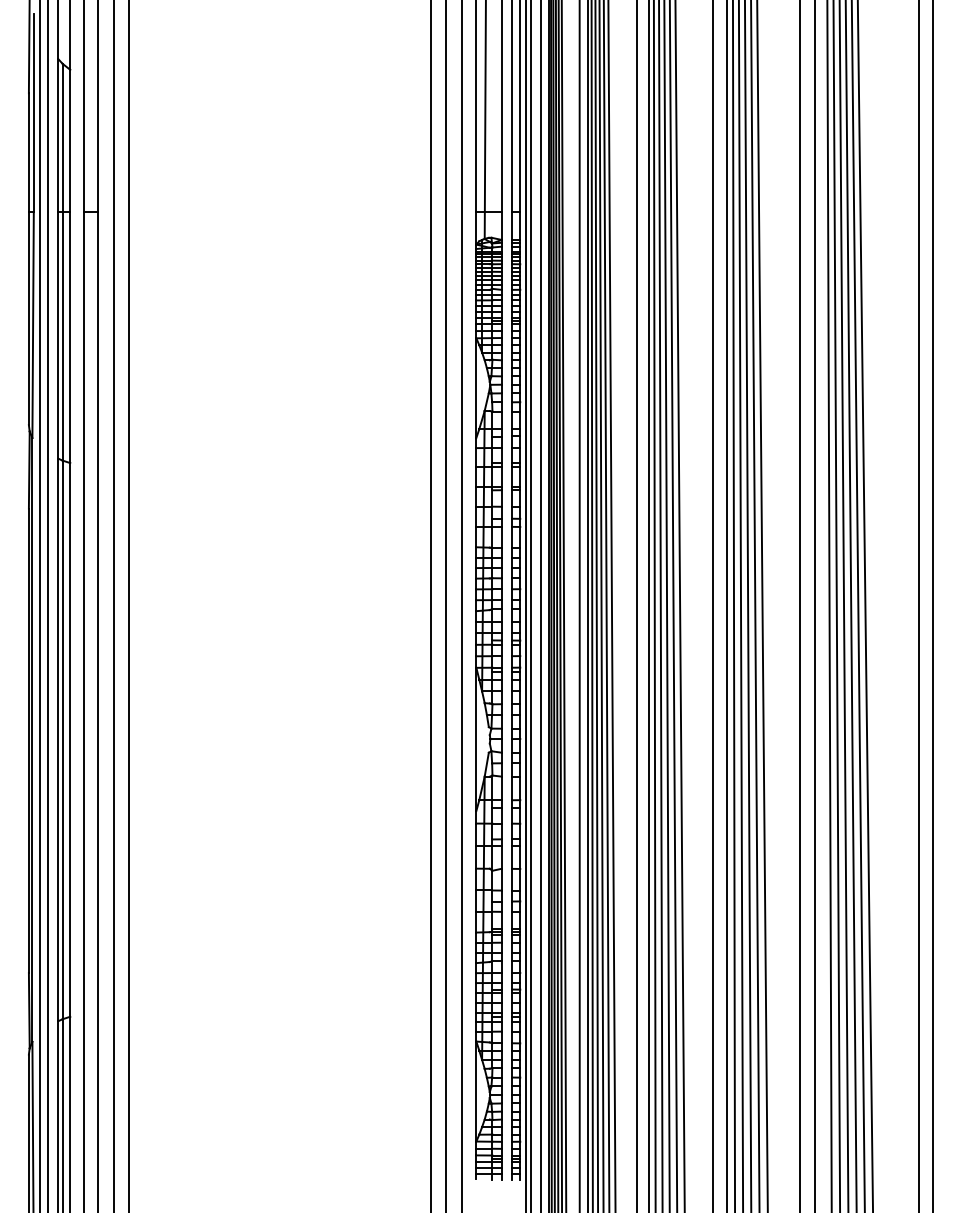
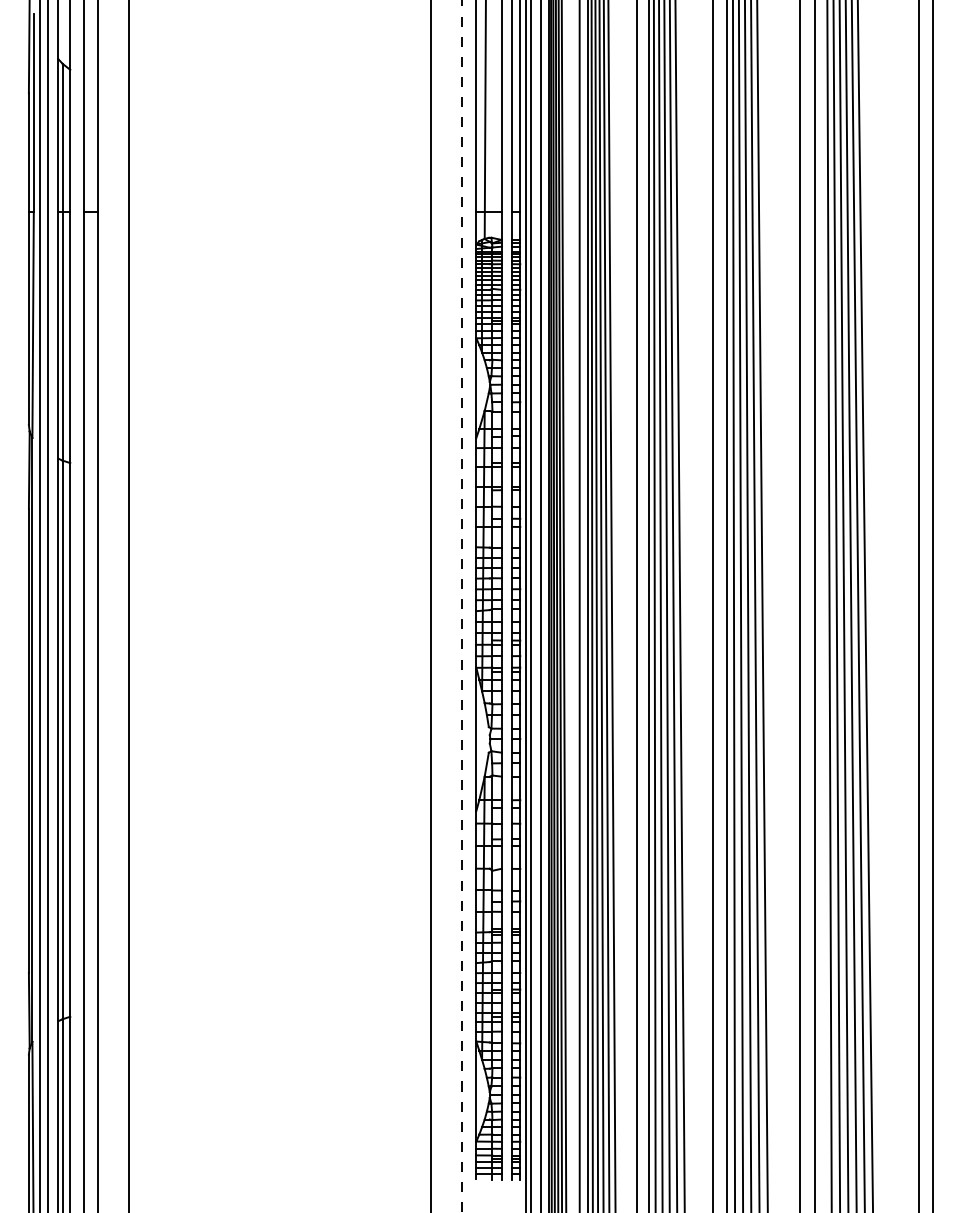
line at (113, 605): present -> none
line at (446, 605): present -> none
line at (461, 606): solid -> dashed
